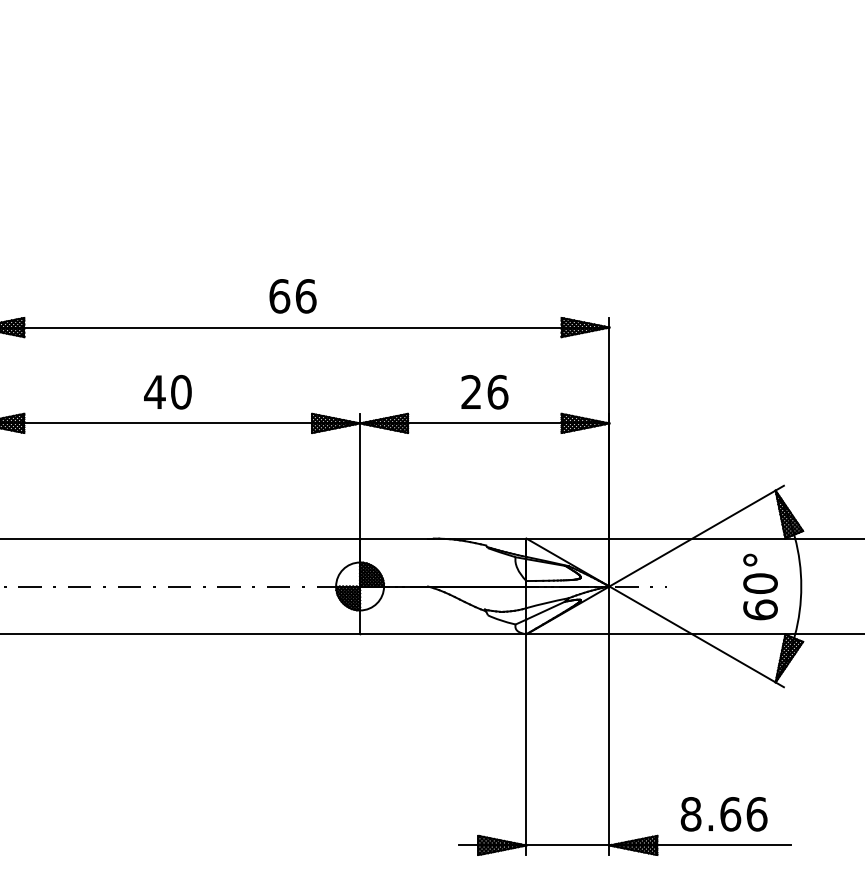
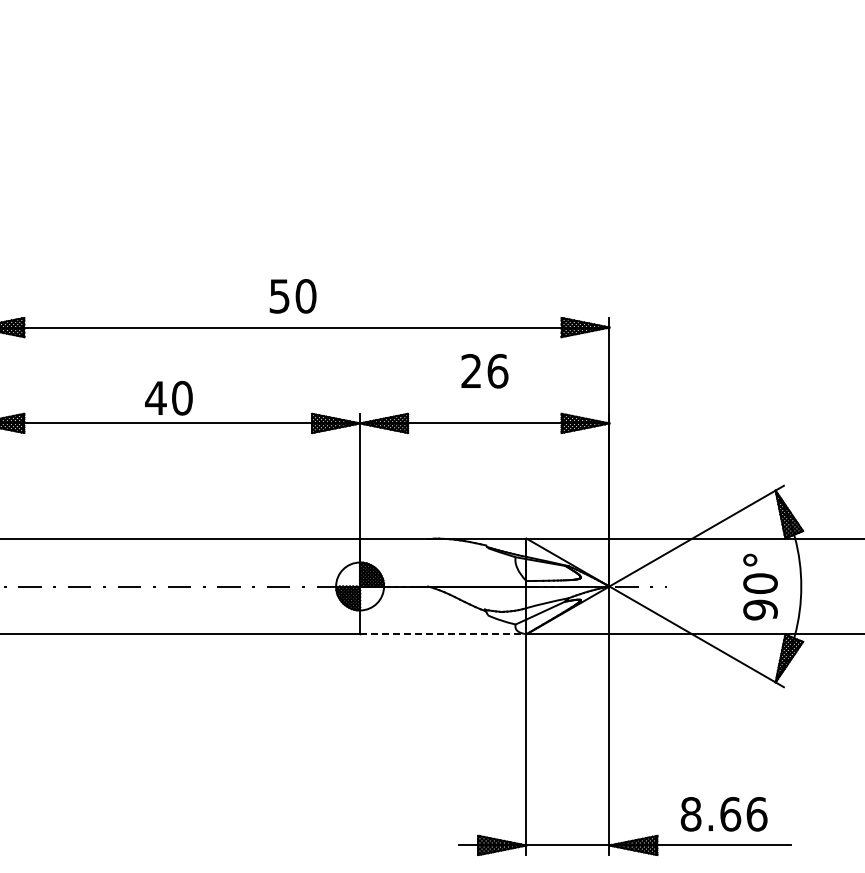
text at (292, 296): 66 -> 50
text at (167, 392) position: (167, 392) -> (168, 398)
text at (484, 392) position: (484, 392) -> (484, 371)
text at (760, 609): 60° -> 90°
line at (443, 634): solid -> dashed
